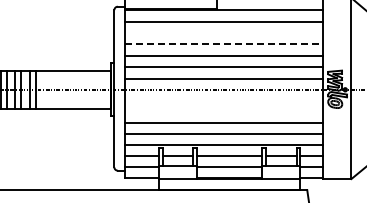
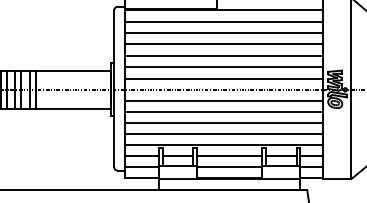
line at (223, 33): none -> present
line at (223, 44): dashed -> solid
line at (223, 100): none -> present
line at (223, 111): none -> present
